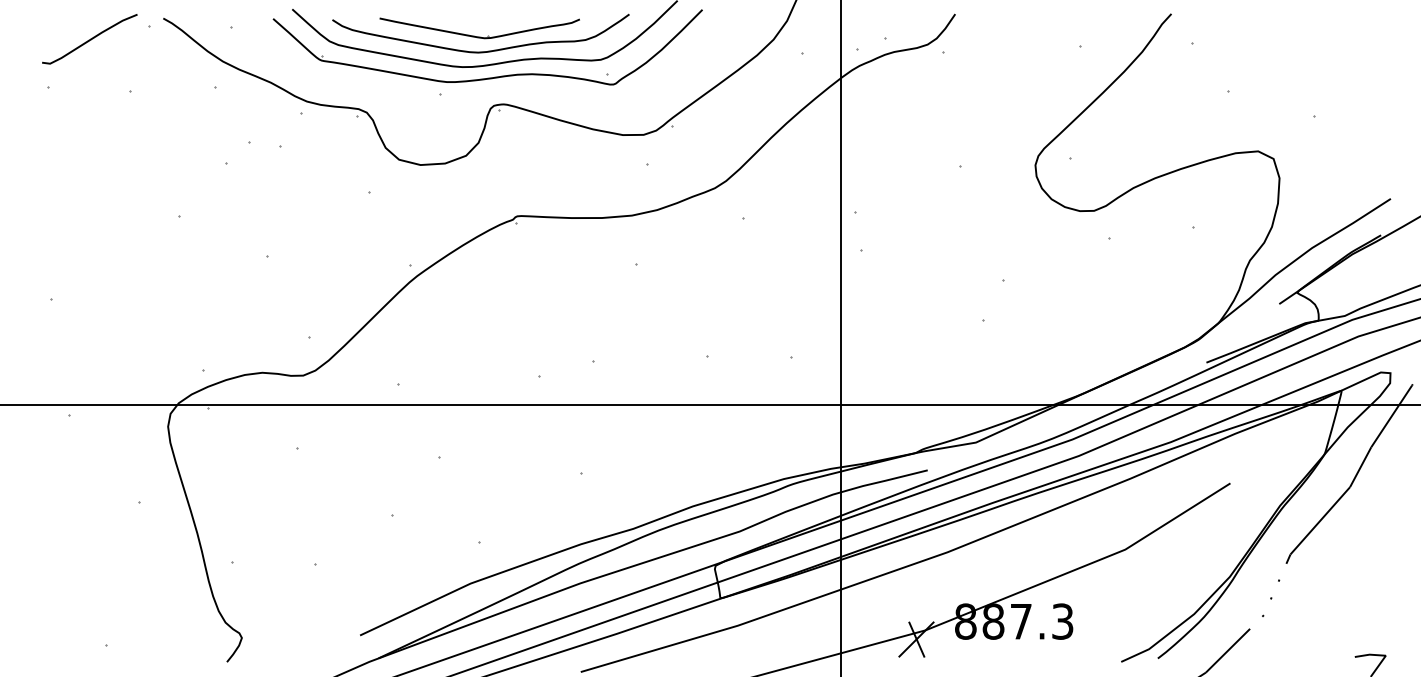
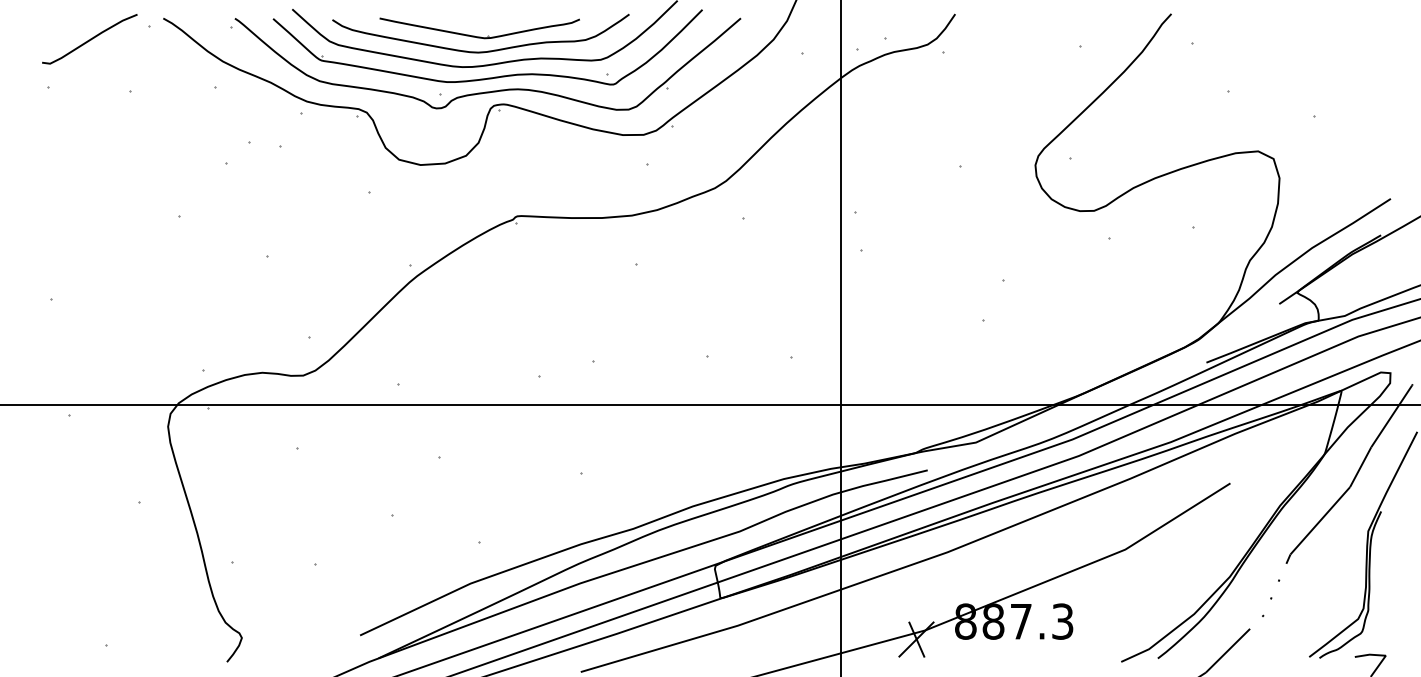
part at (492, 90): none -> present
part at (1363, 544): none -> present
